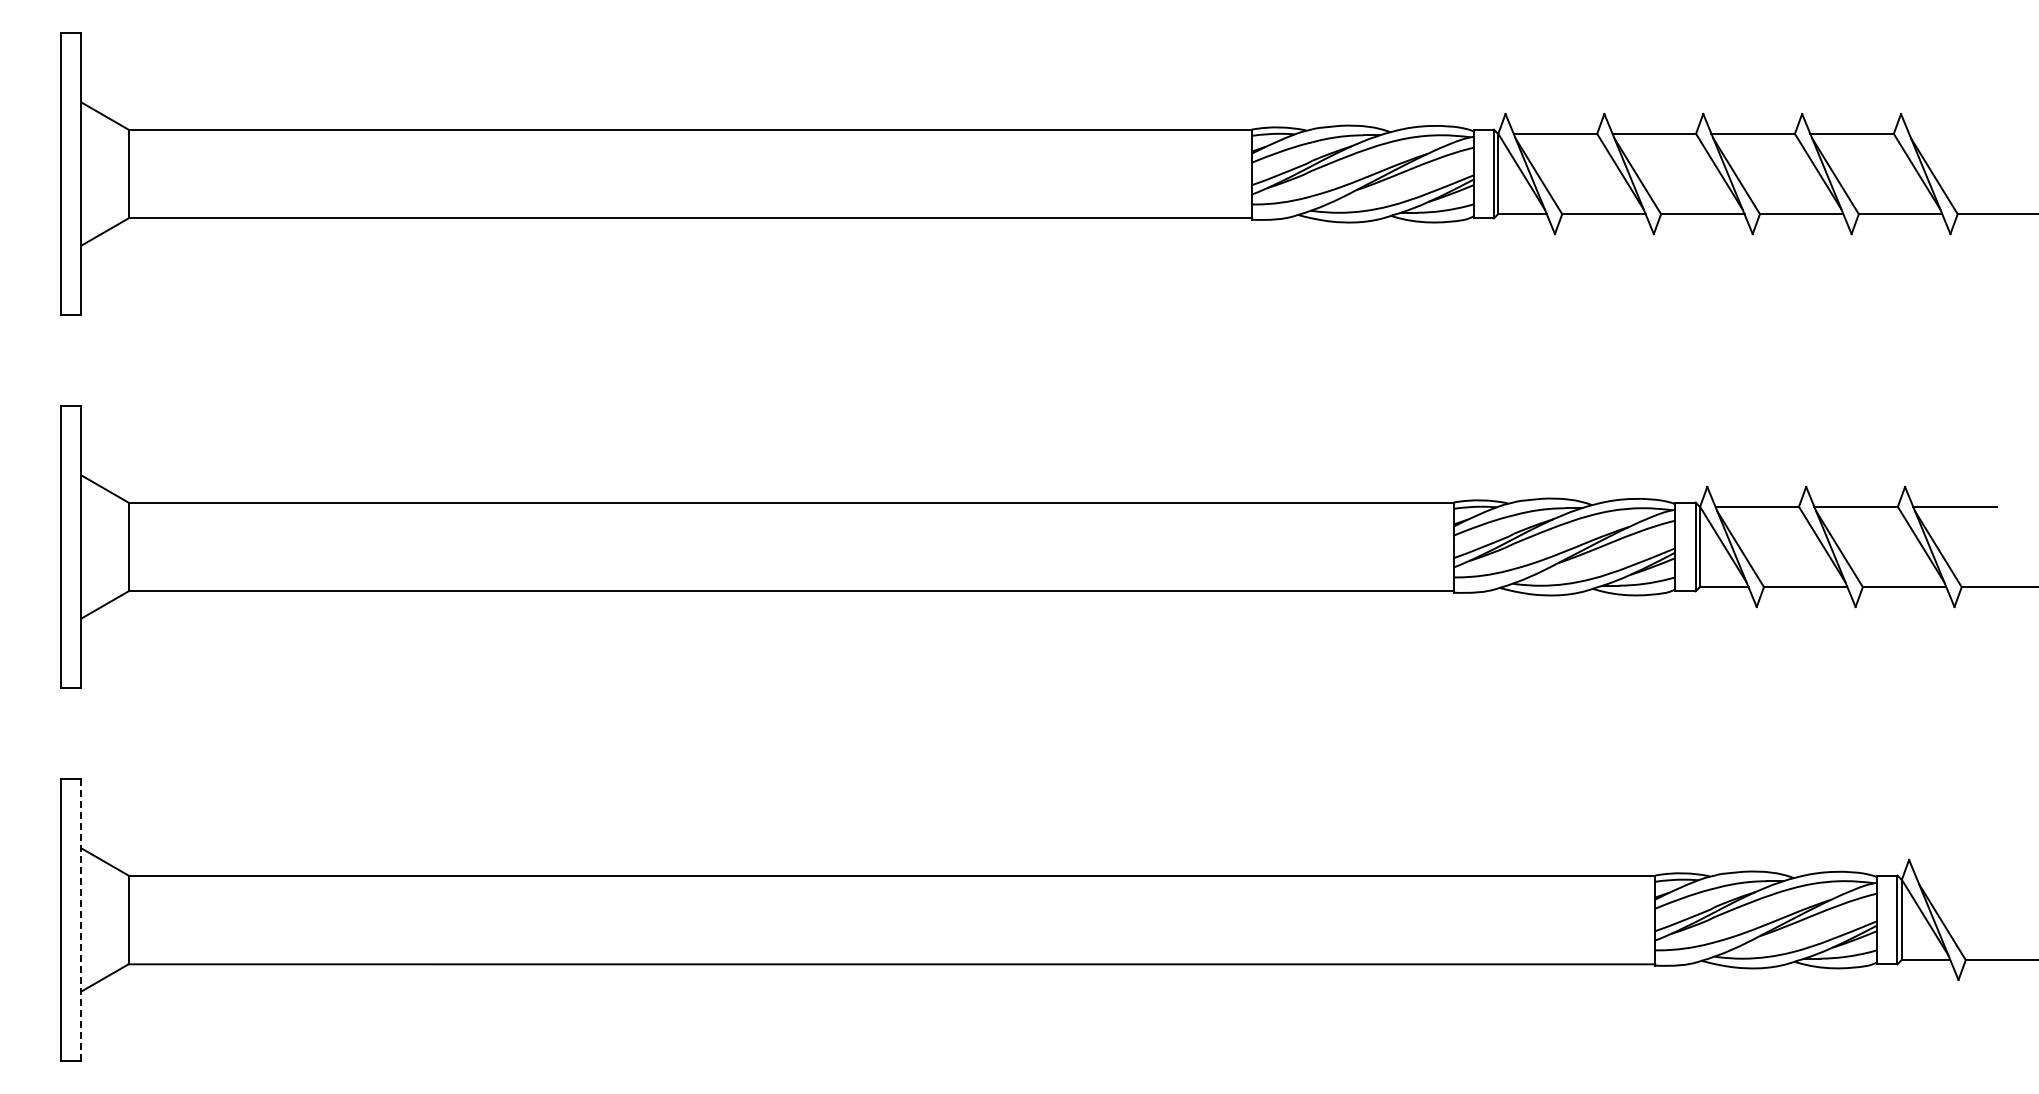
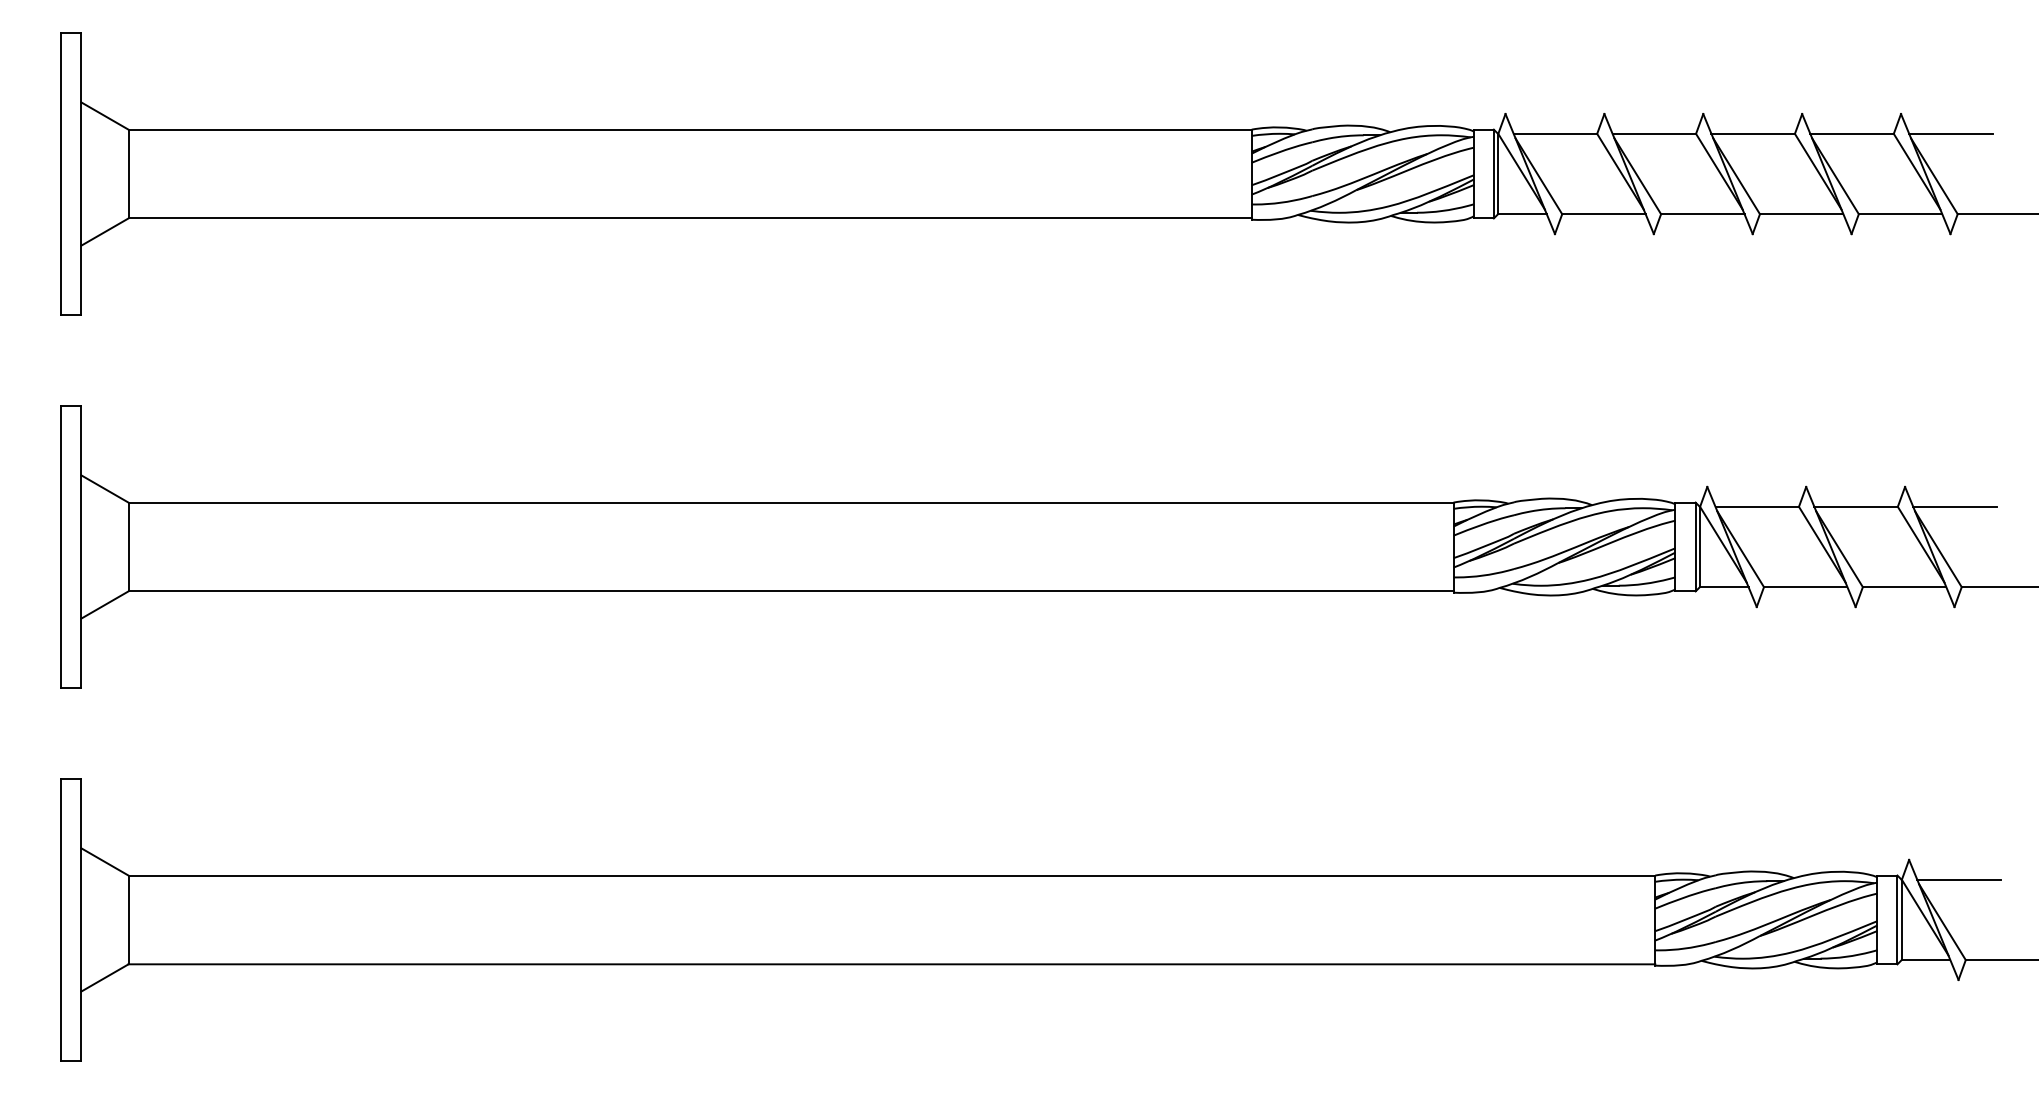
line at (1950, 133): none -> present
line at (1958, 879): none -> present
line at (81, 919): dashed -> solid
